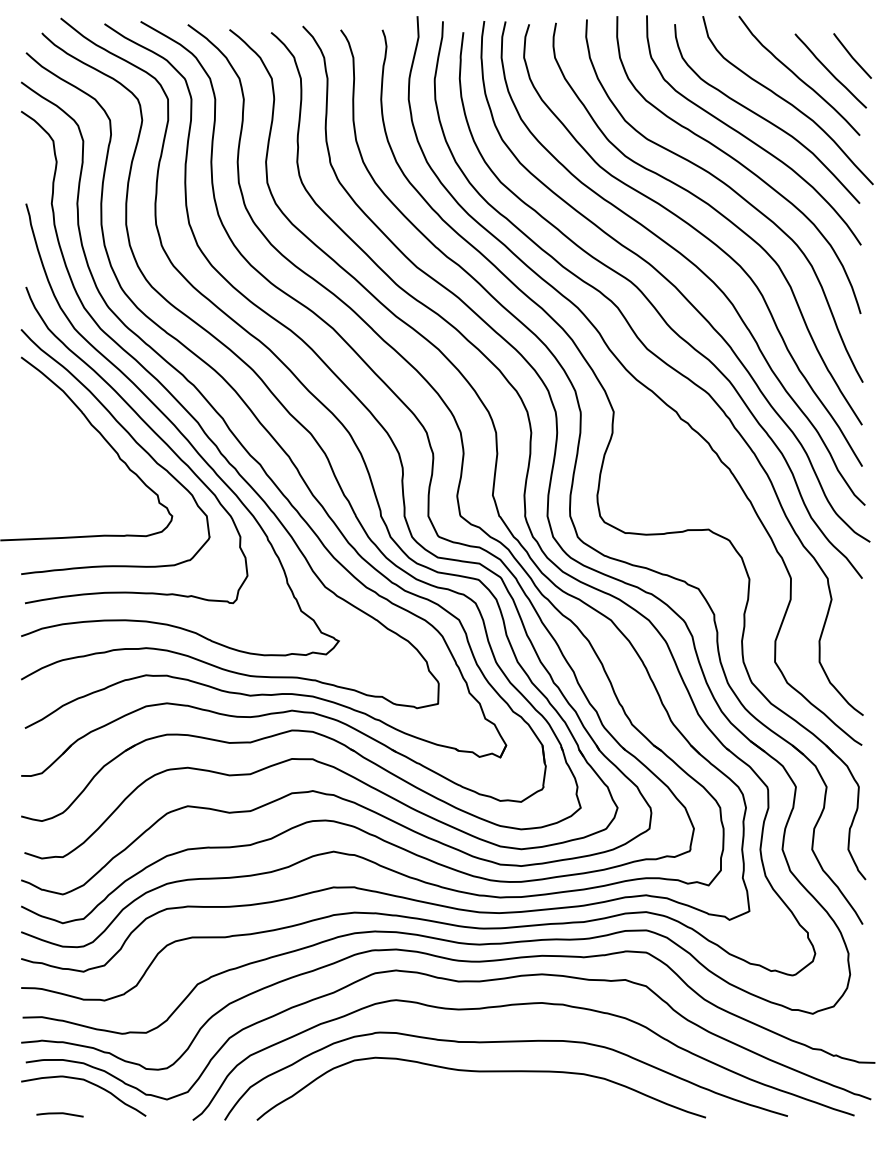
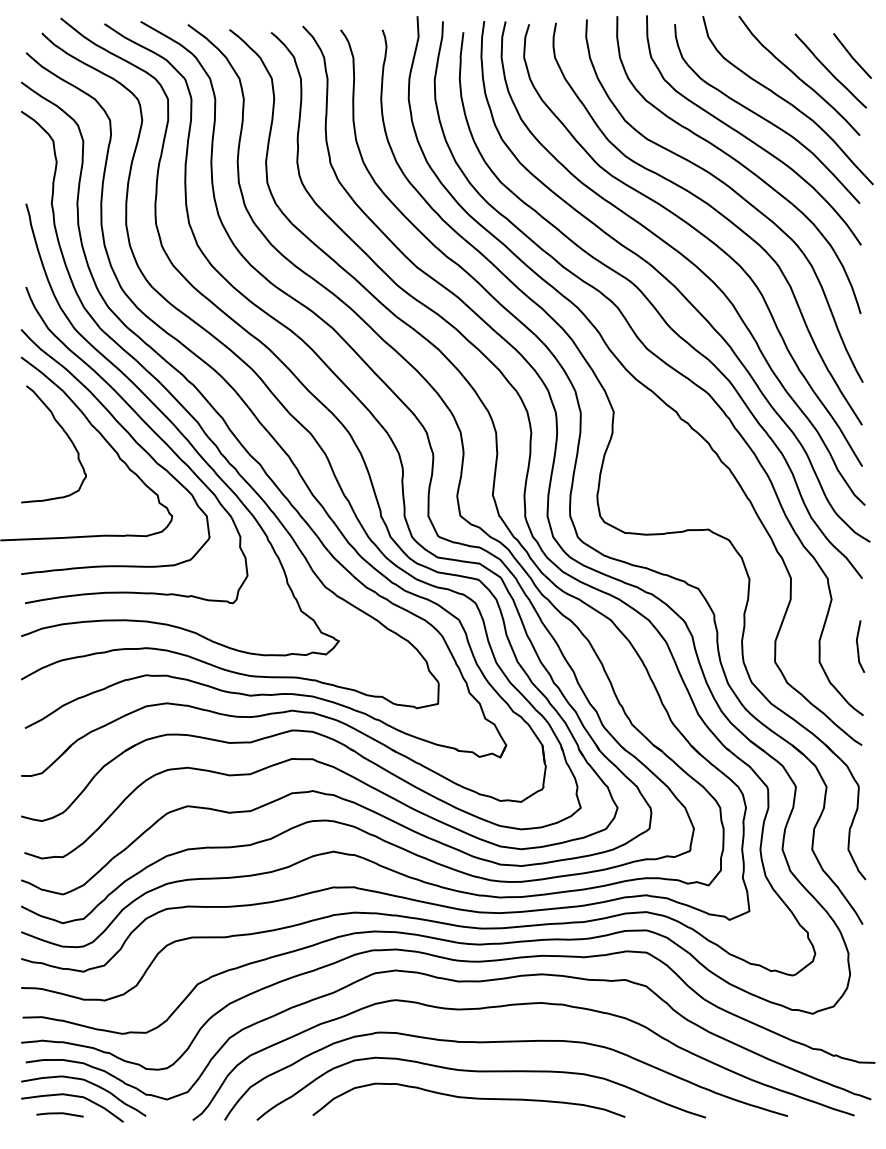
curve at (65, 434): none -> present
curve at (858, 646): none -> present
curve at (76, 1097): none -> present
curve at (468, 1098): none -> present
